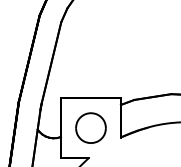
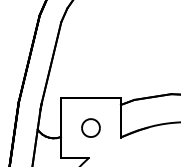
part at (90, 127) size: 32x32 px -> 20x20 px
